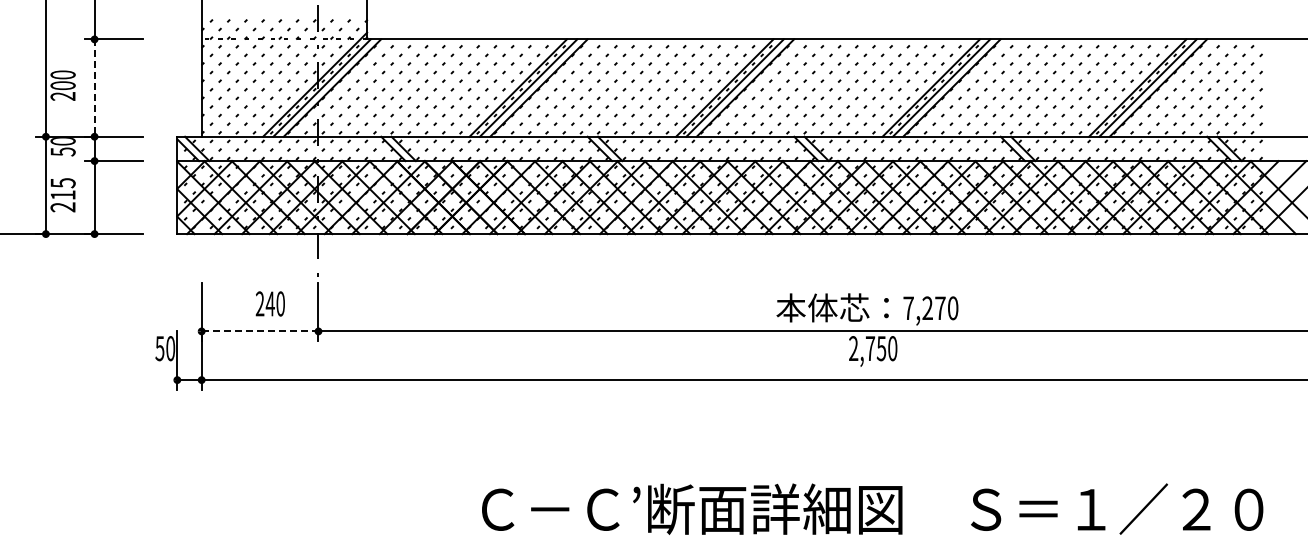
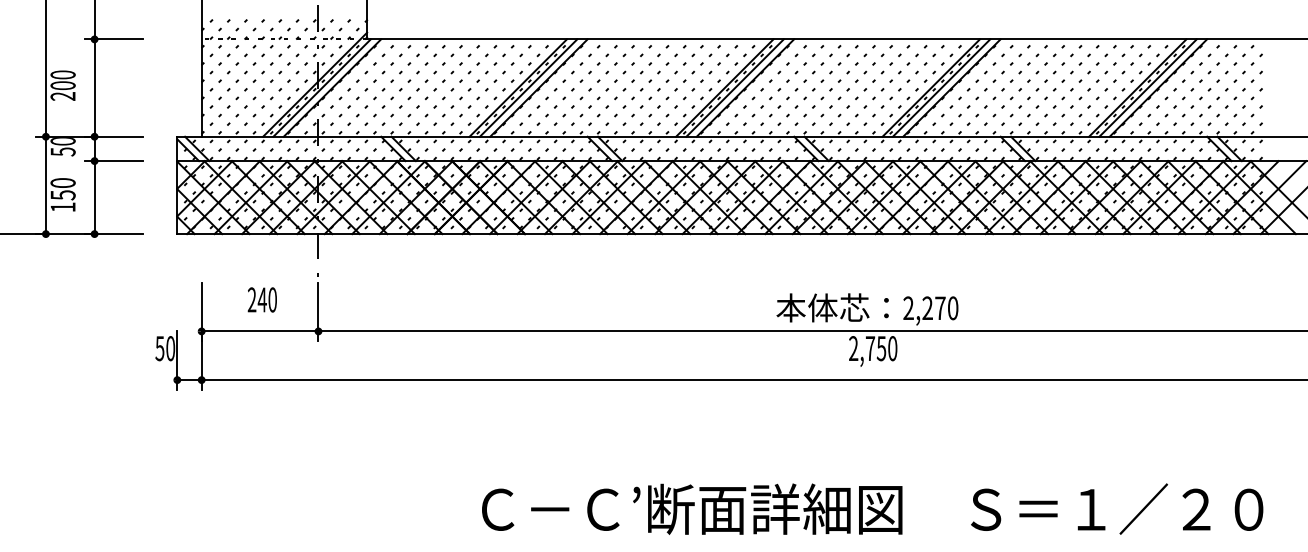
line at (94, 88): dashed -> solid
text at (62, 195): 215 -> 150
text at (269, 303) position: (269, 303) -> (261, 299)
text at (908, 307): 7,270 -> 2,270
line at (260, 331): dashed -> solid
